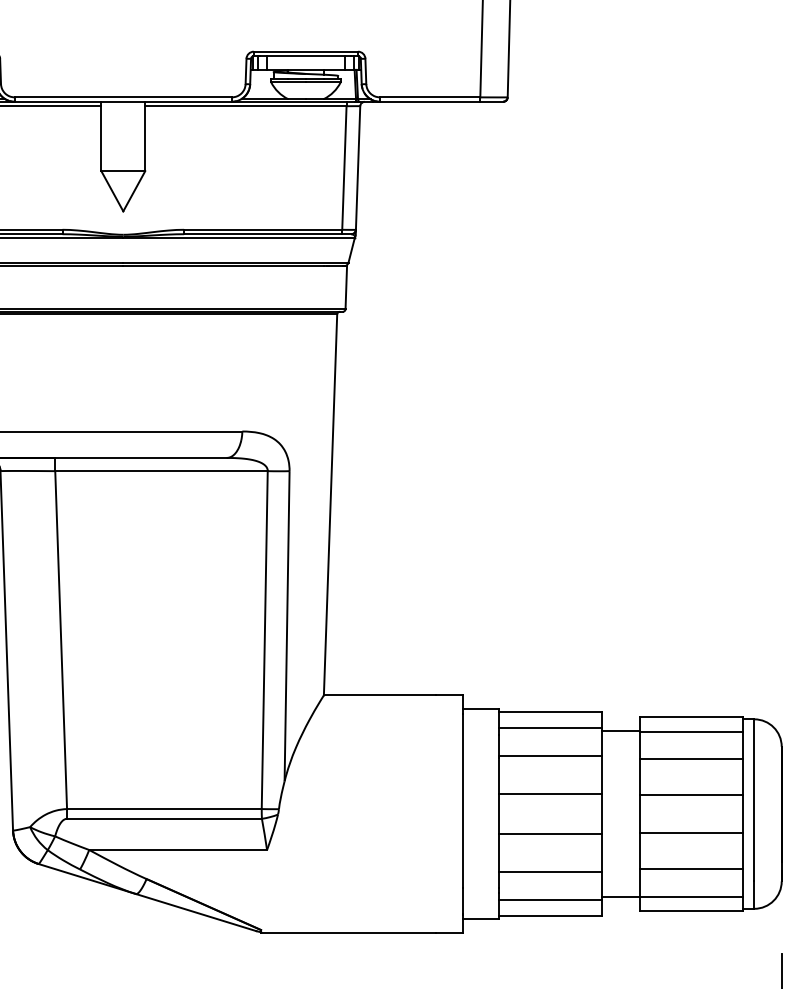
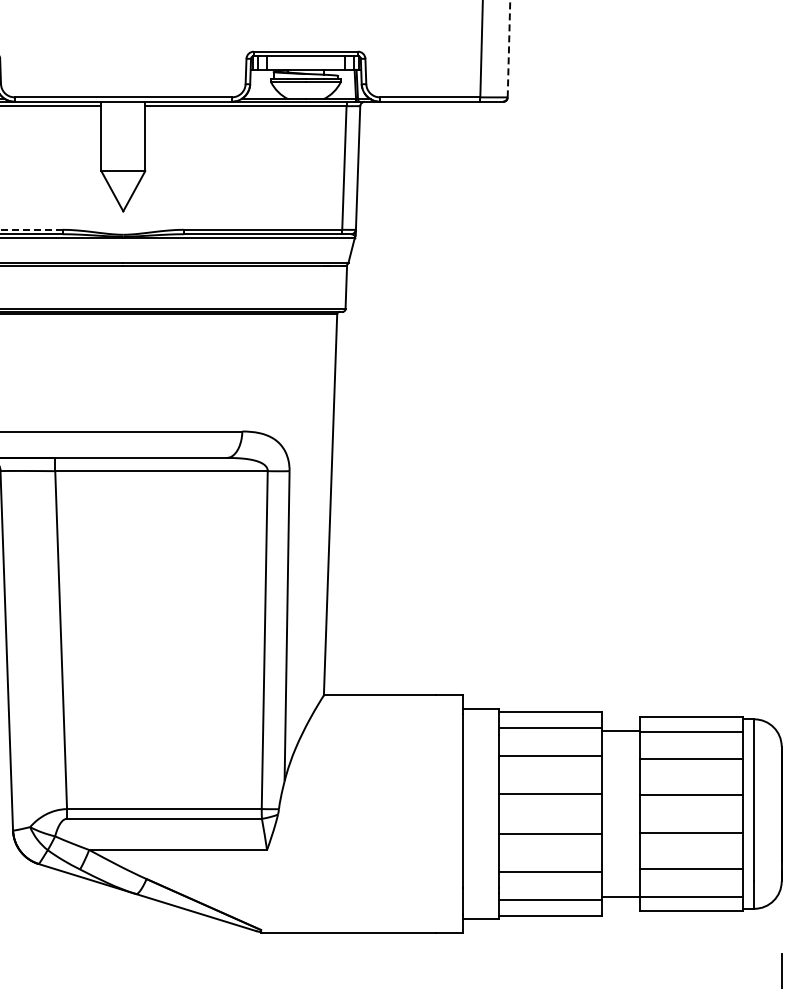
line at (508, 48): solid -> dashed
line at (31, 229): solid -> dashed
